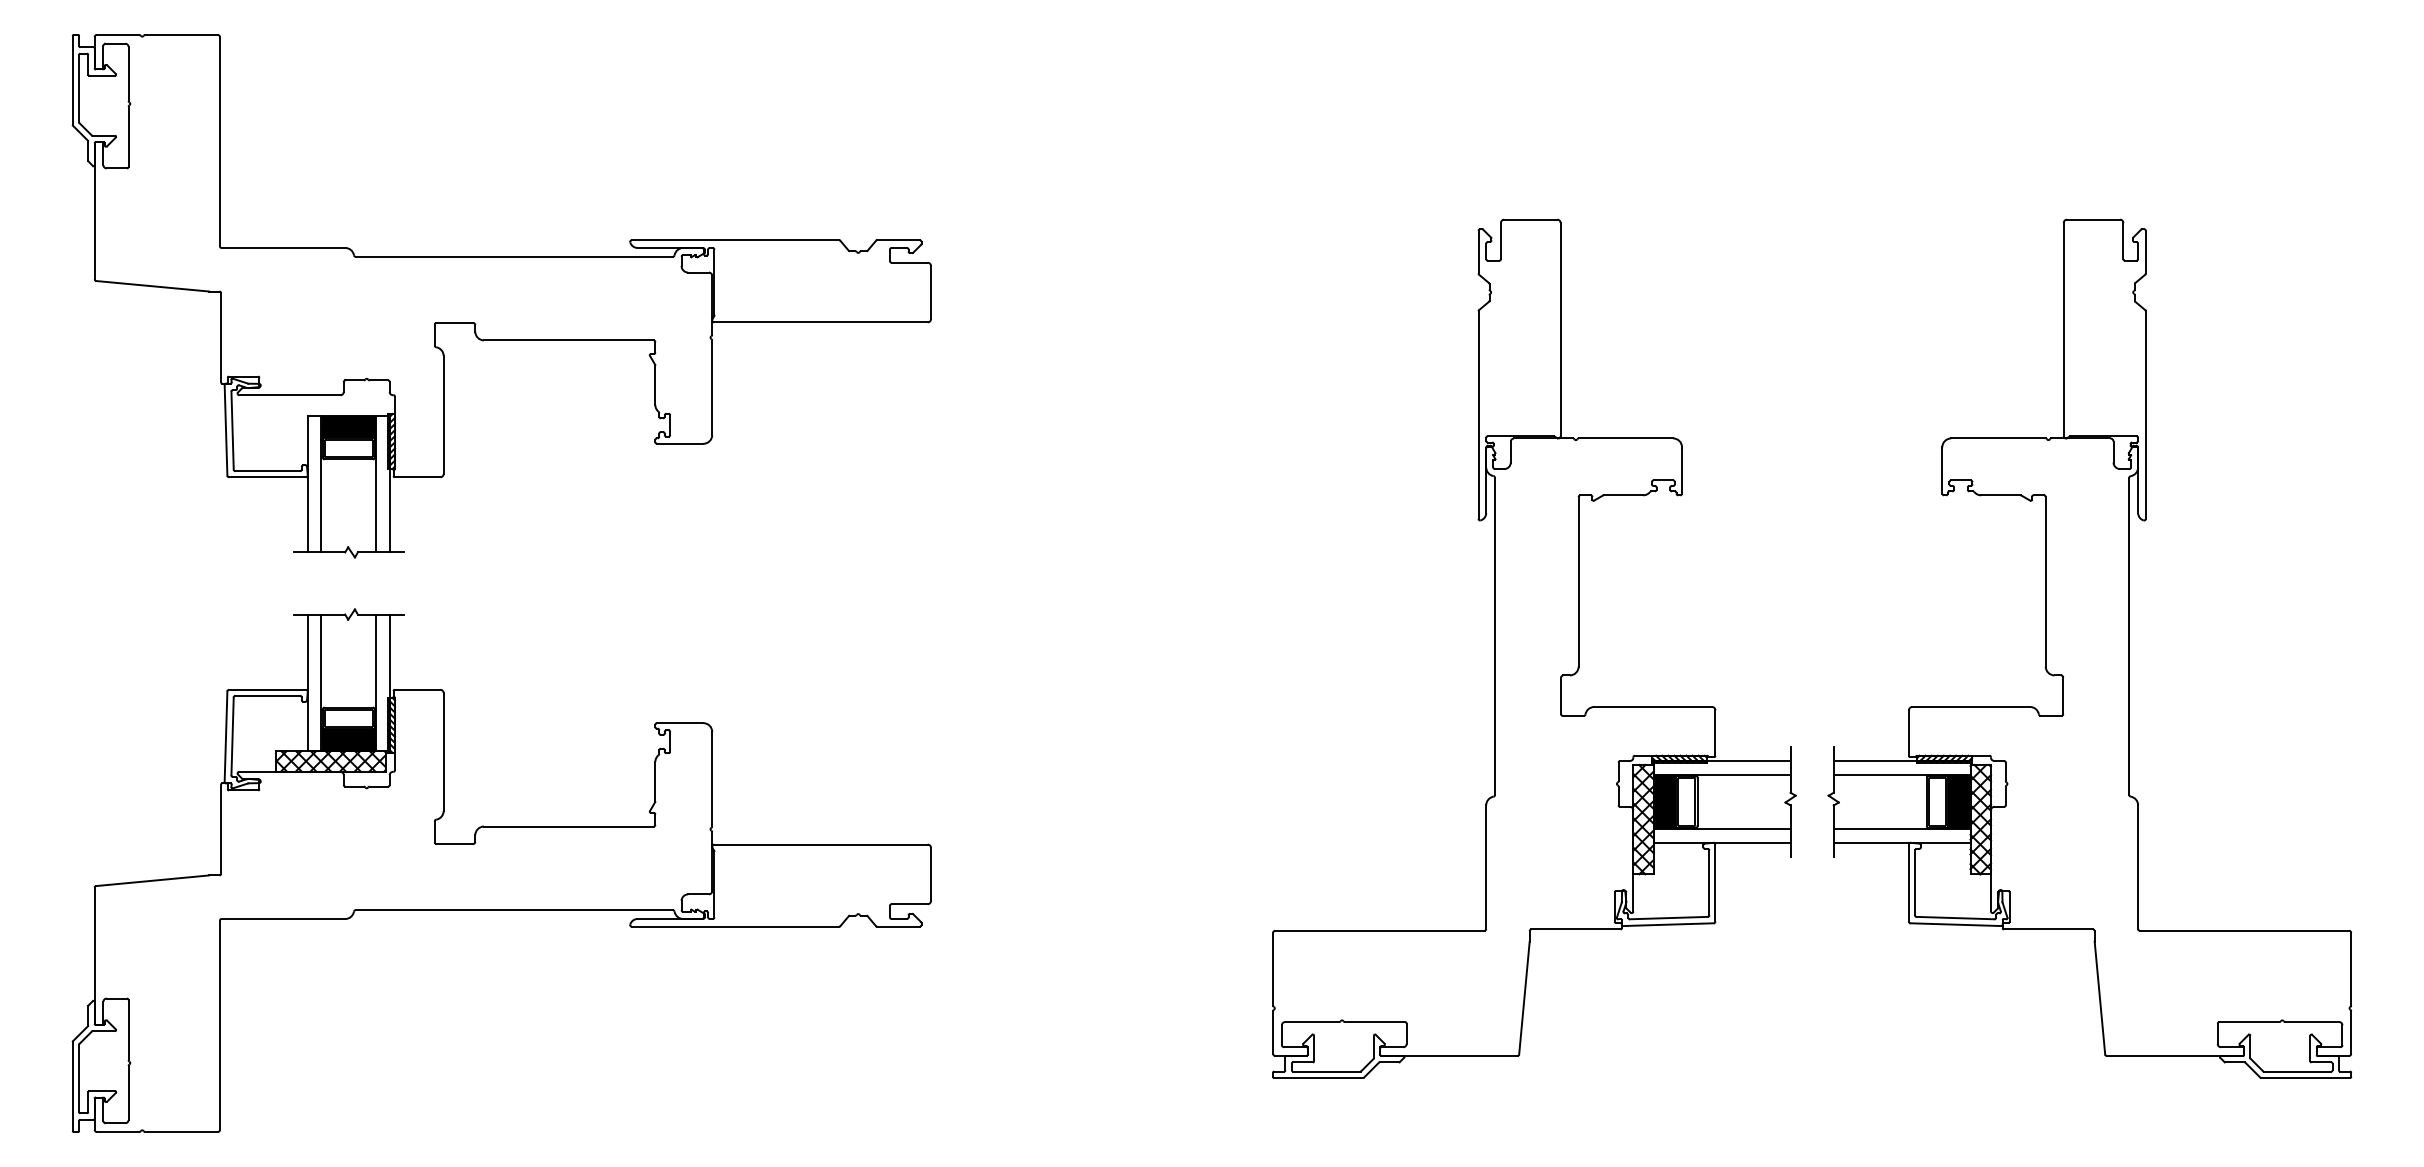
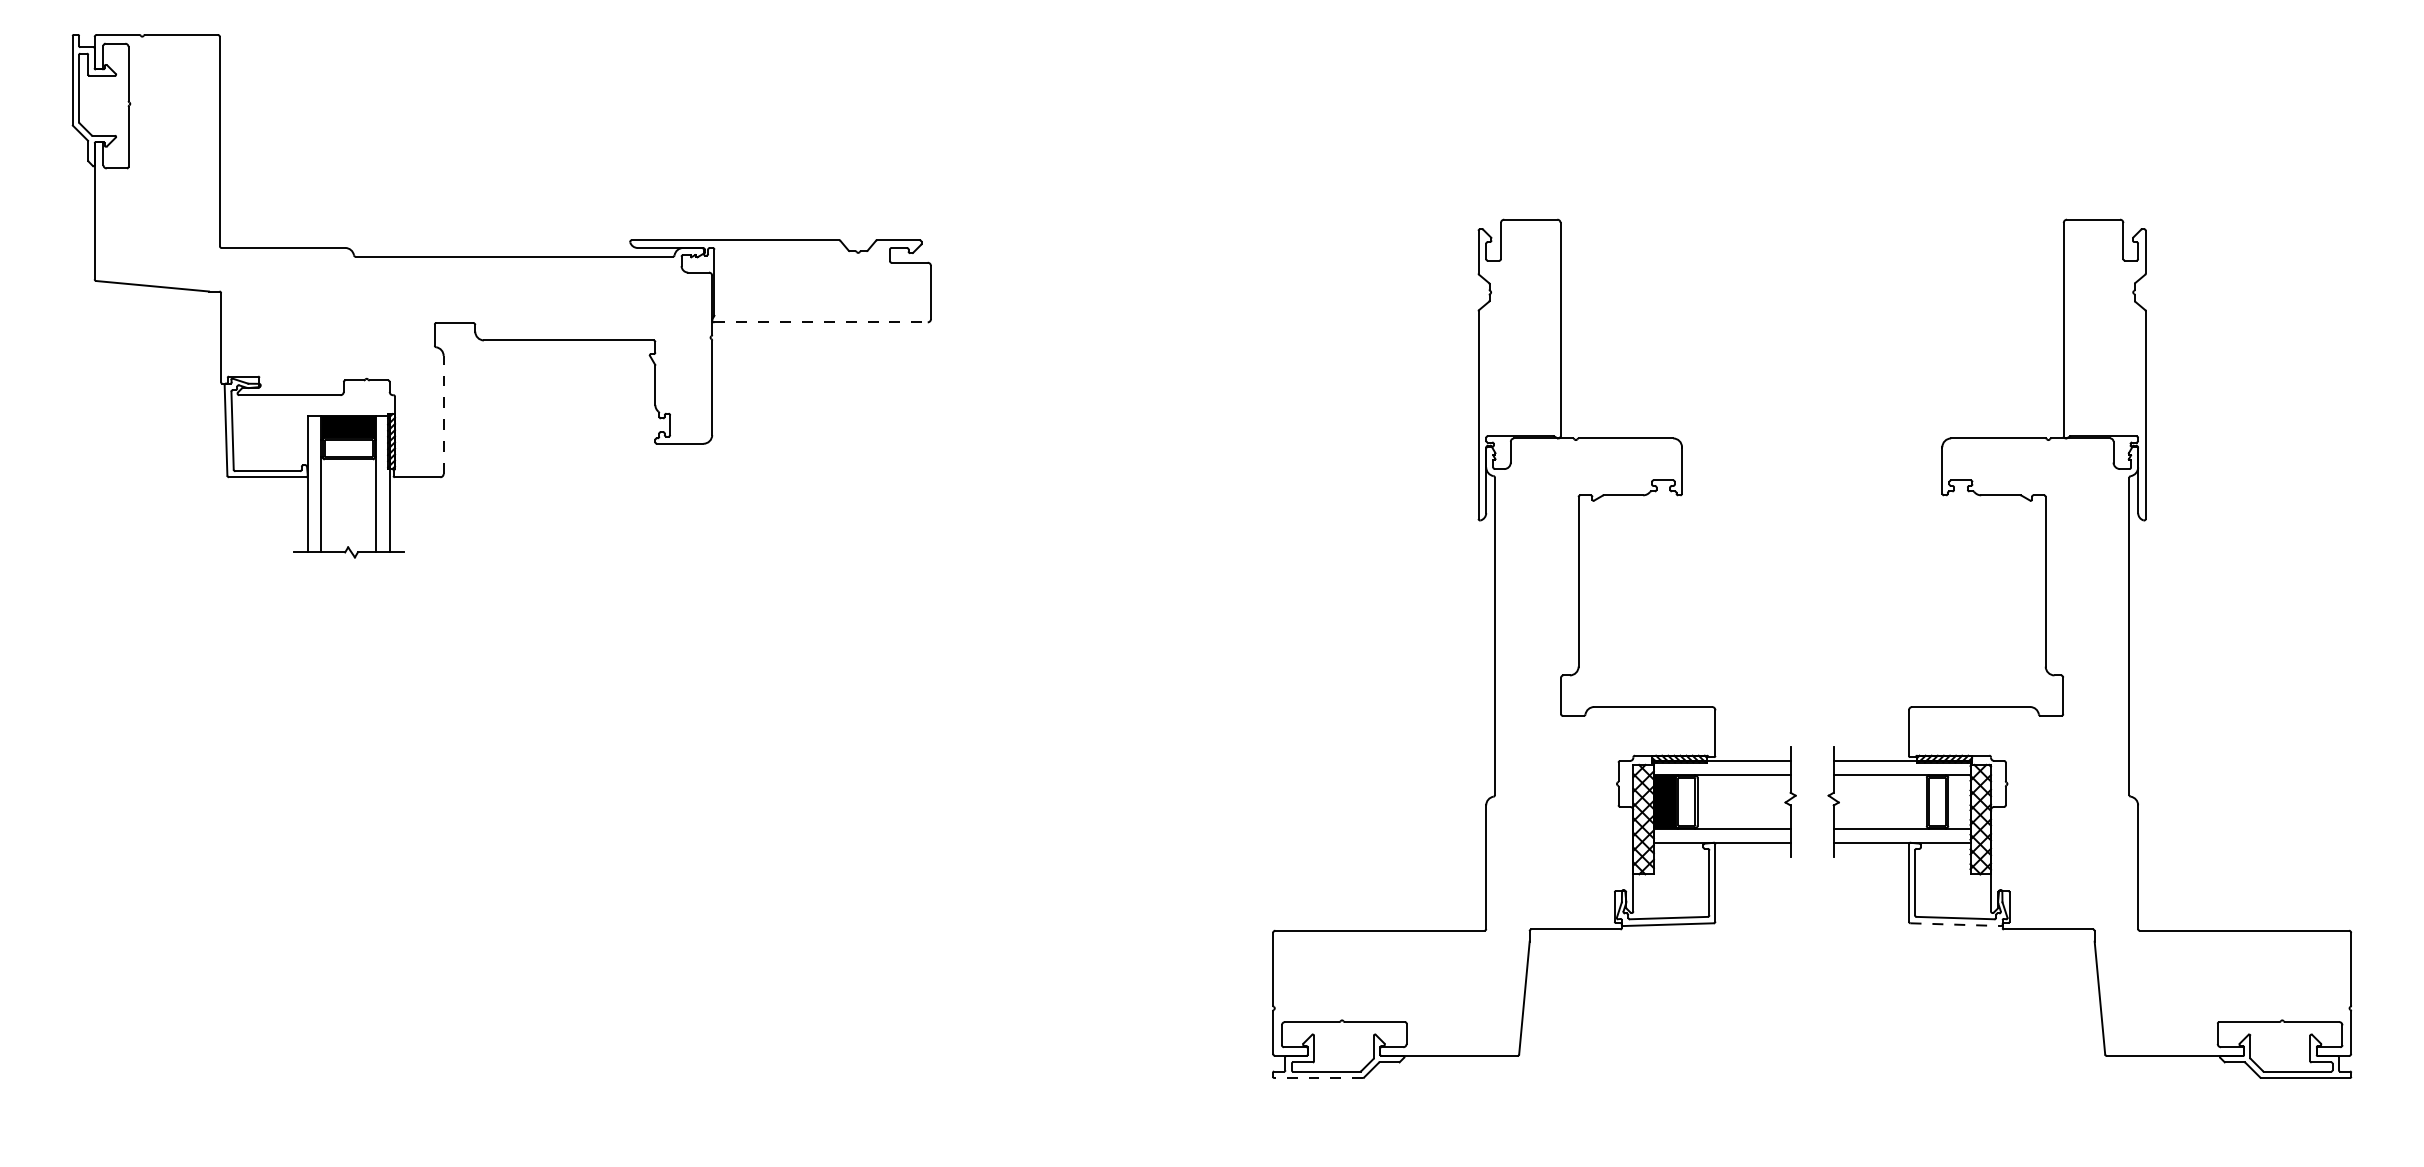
line at (821, 322): solid -> dashed
line at (443, 414): solid -> dashed
fill at (1958, 801): present -> none
part at (501, 870): present -> none
line at (1956, 924): solid -> dashed
line at (1318, 1077): solid -> dashed
